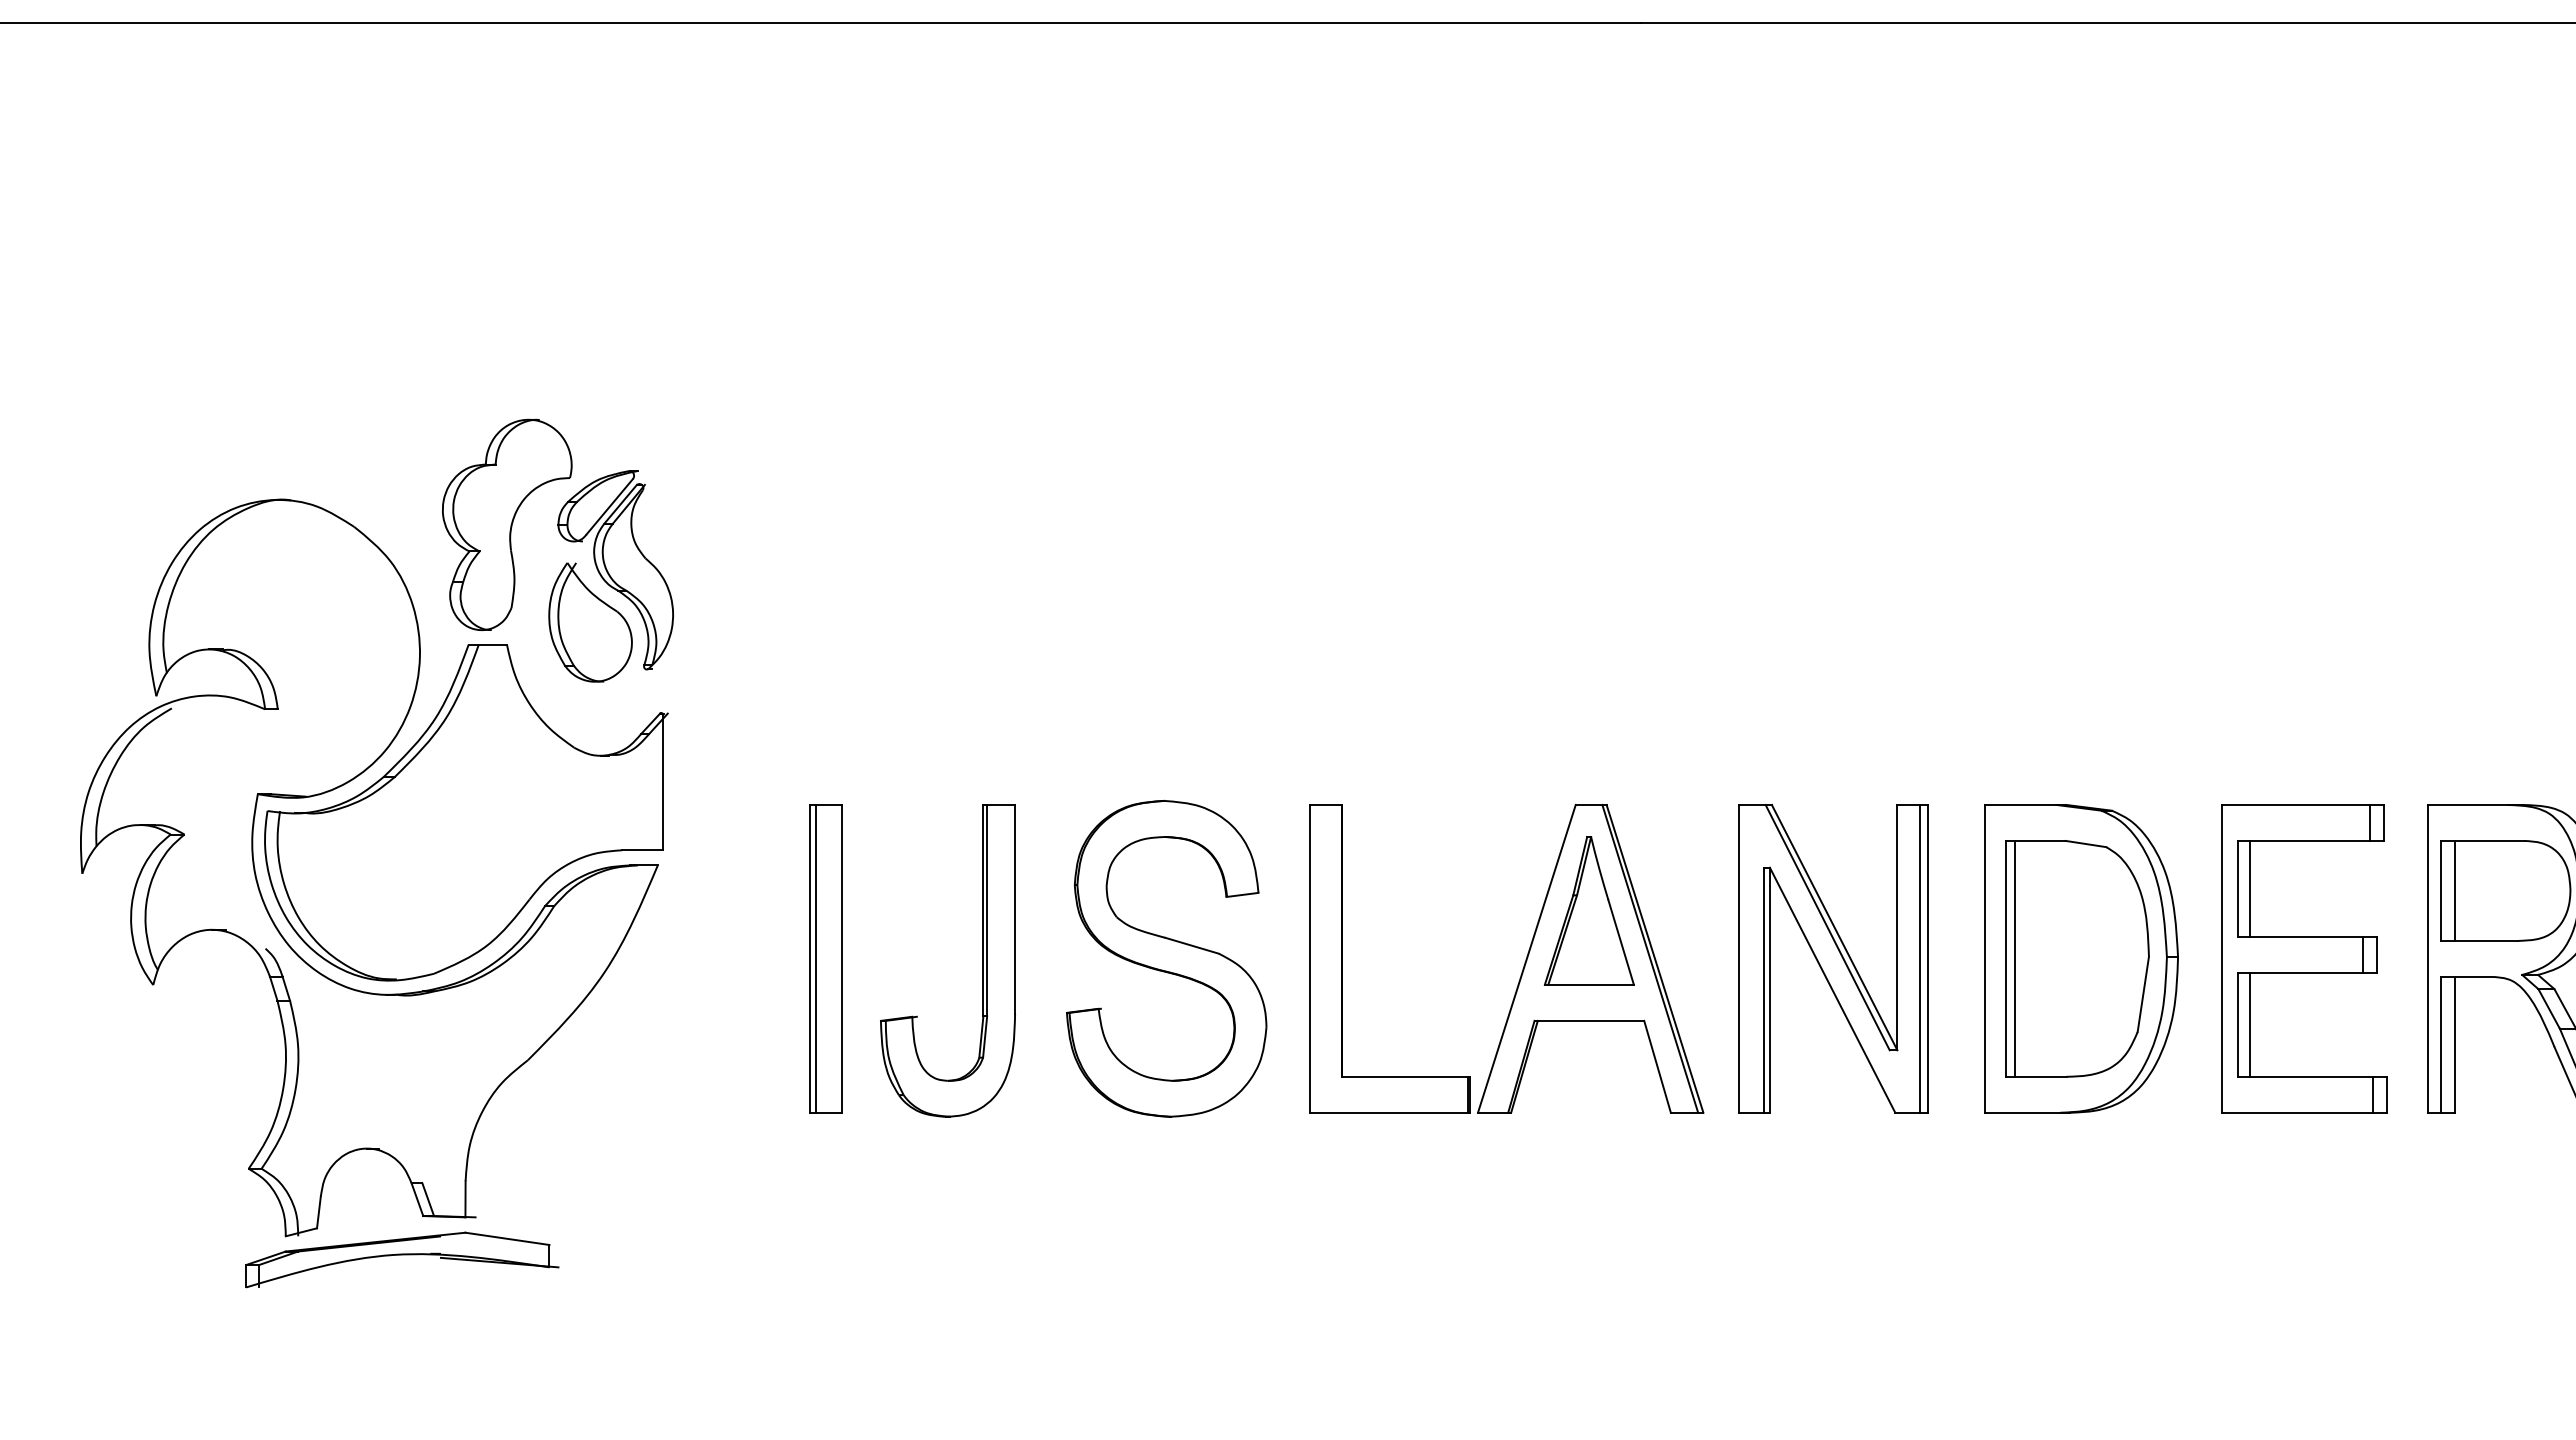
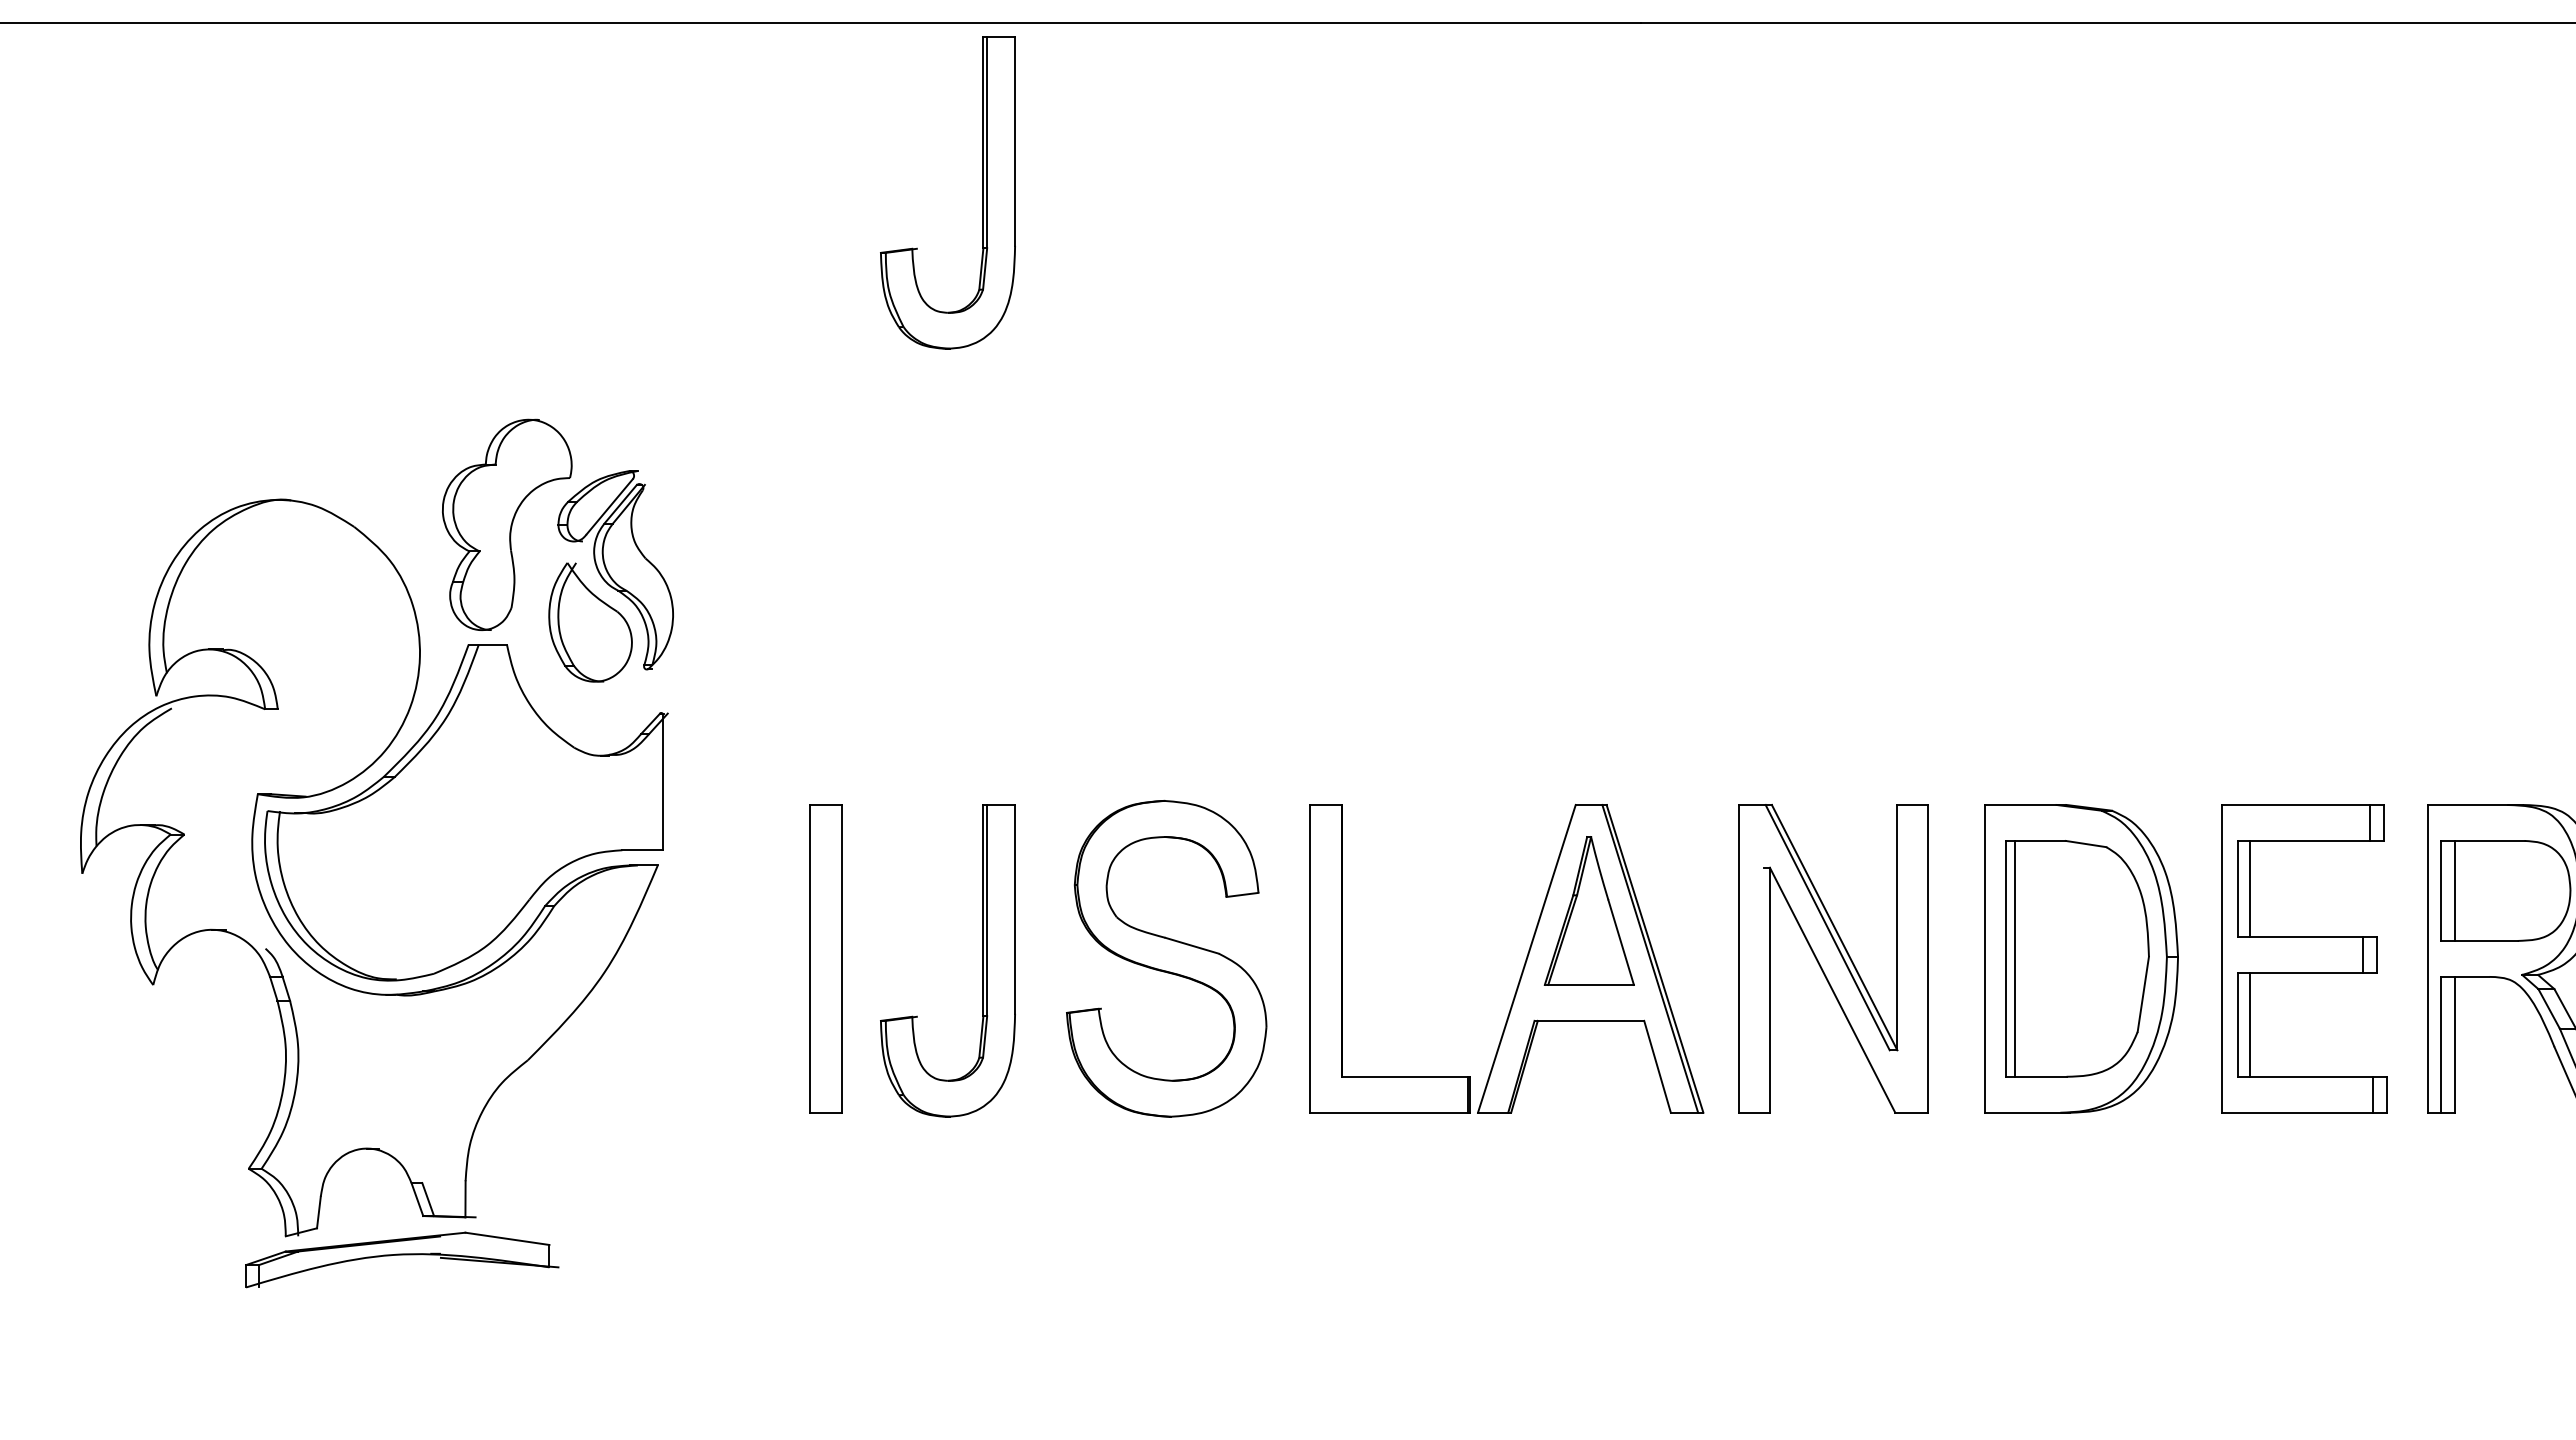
part at (982, 192): none -> present
line at (816, 958): present -> none
line at (1919, 958): present -> none
line at (1763, 989): present -> none
